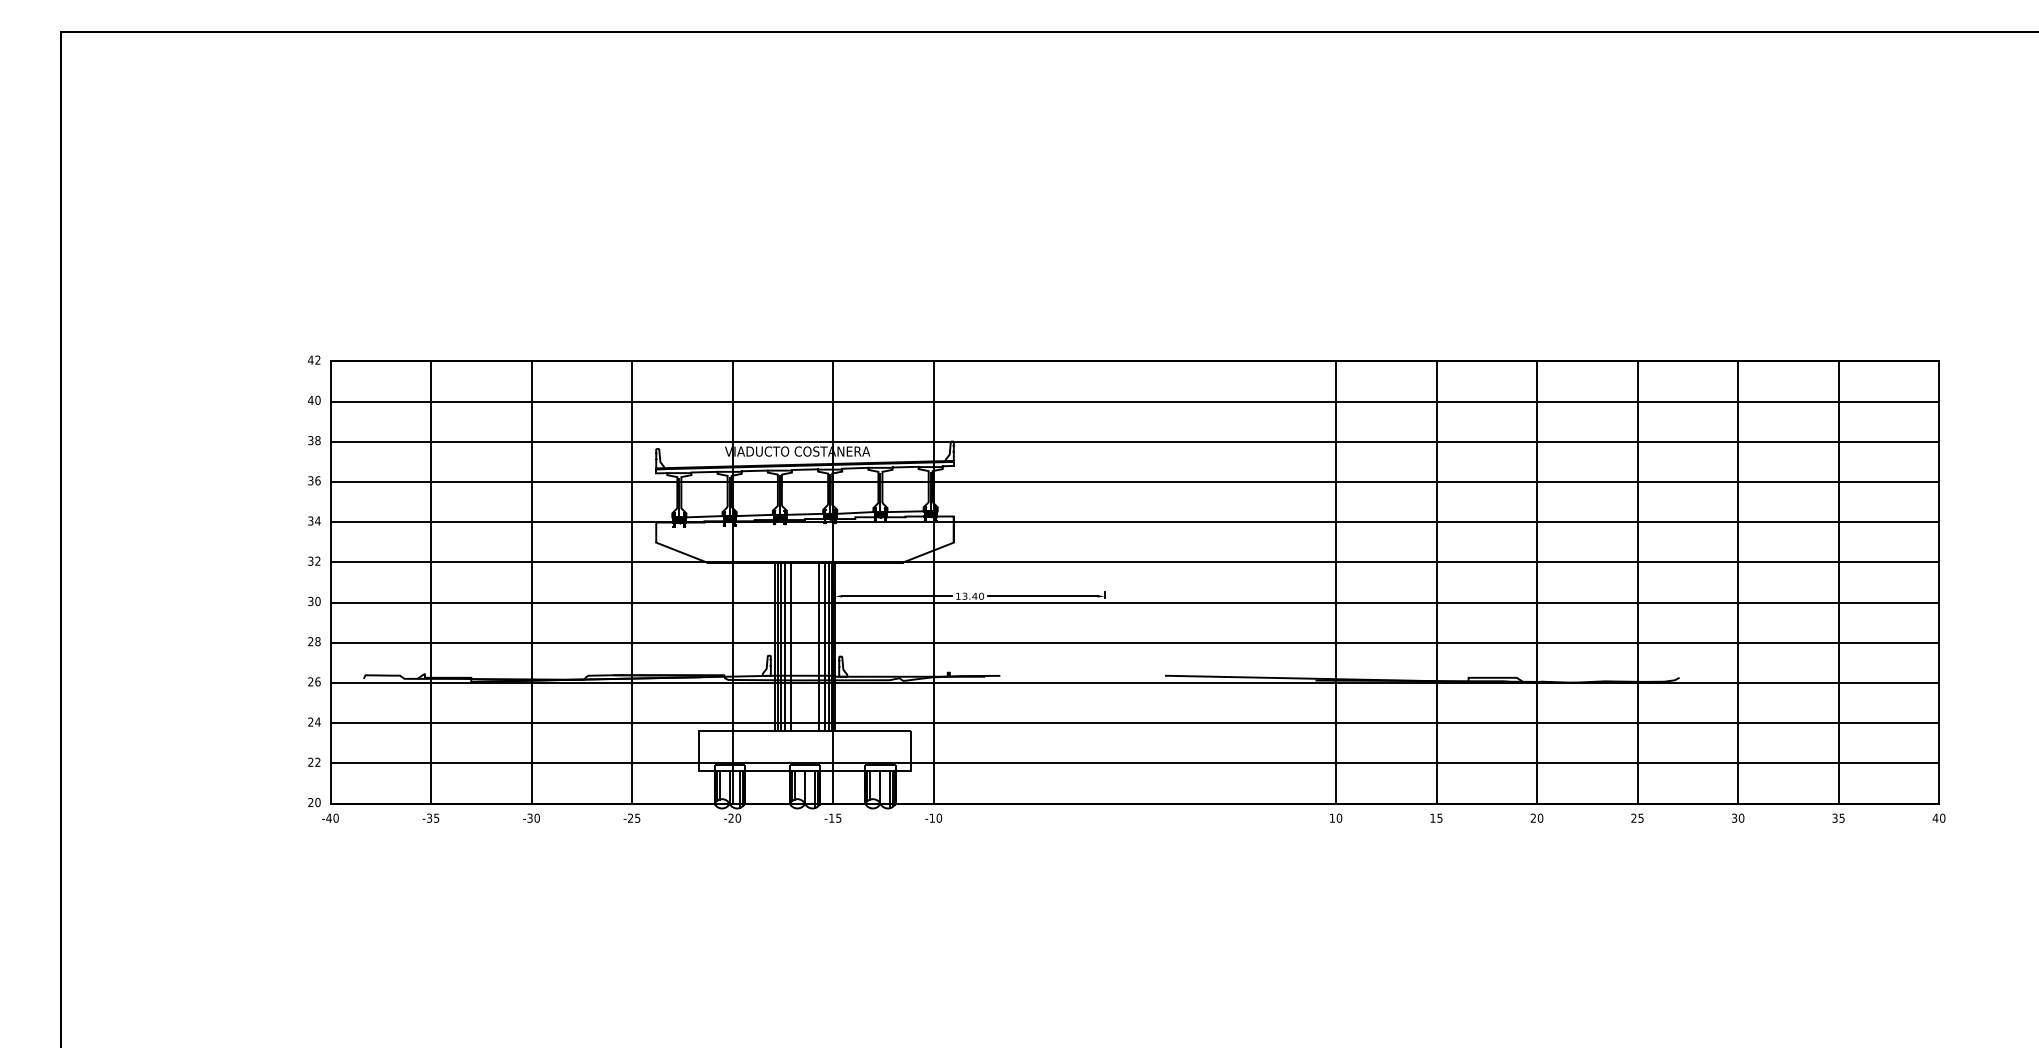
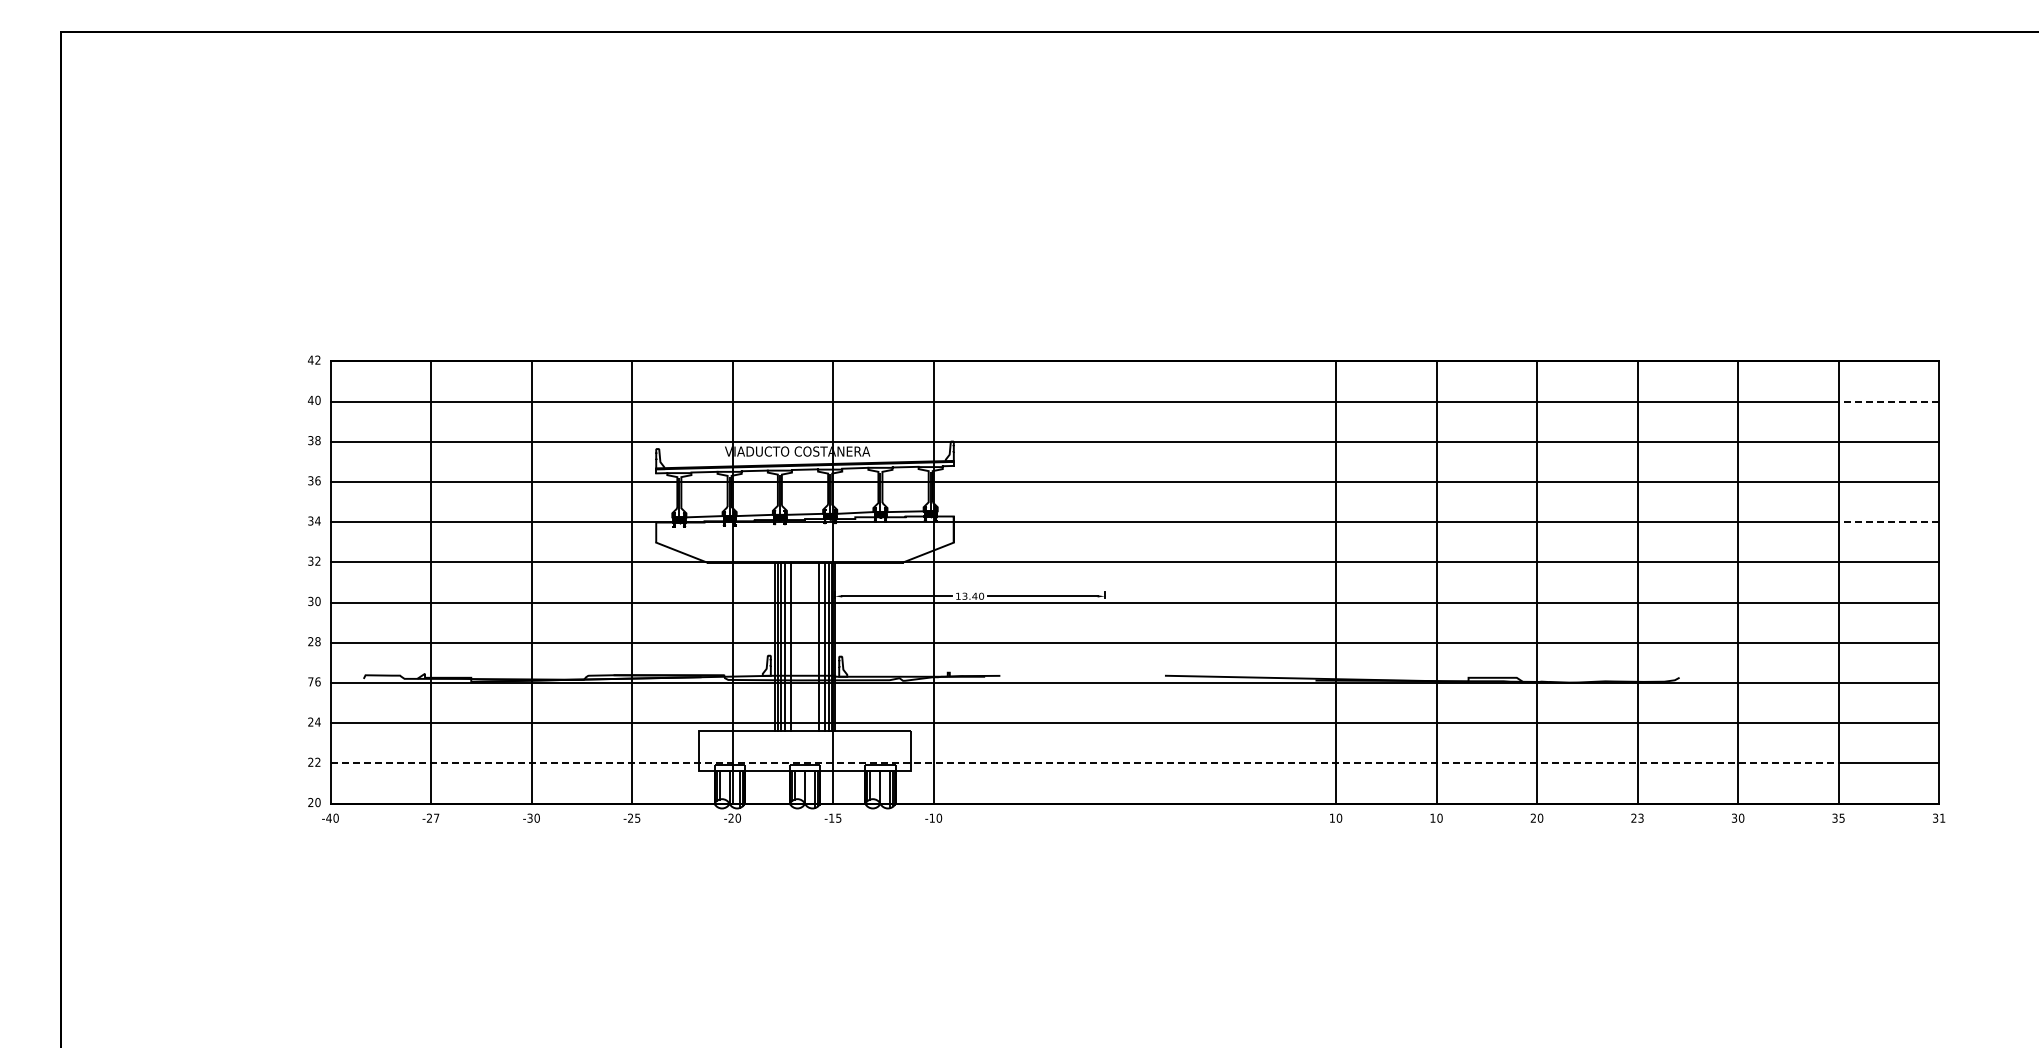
line at (1888, 401): solid -> dashed
line at (1888, 522): solid -> dashed
text at (310, 681): 26 -> 76
line at (1085, 763): solid -> dashed
text at (1439, 817): 15 -> 10
text at (1640, 817): 25 -> 23
text at (1938, 817): 40 -> 31
text at (433, 818): -35 -> -27
